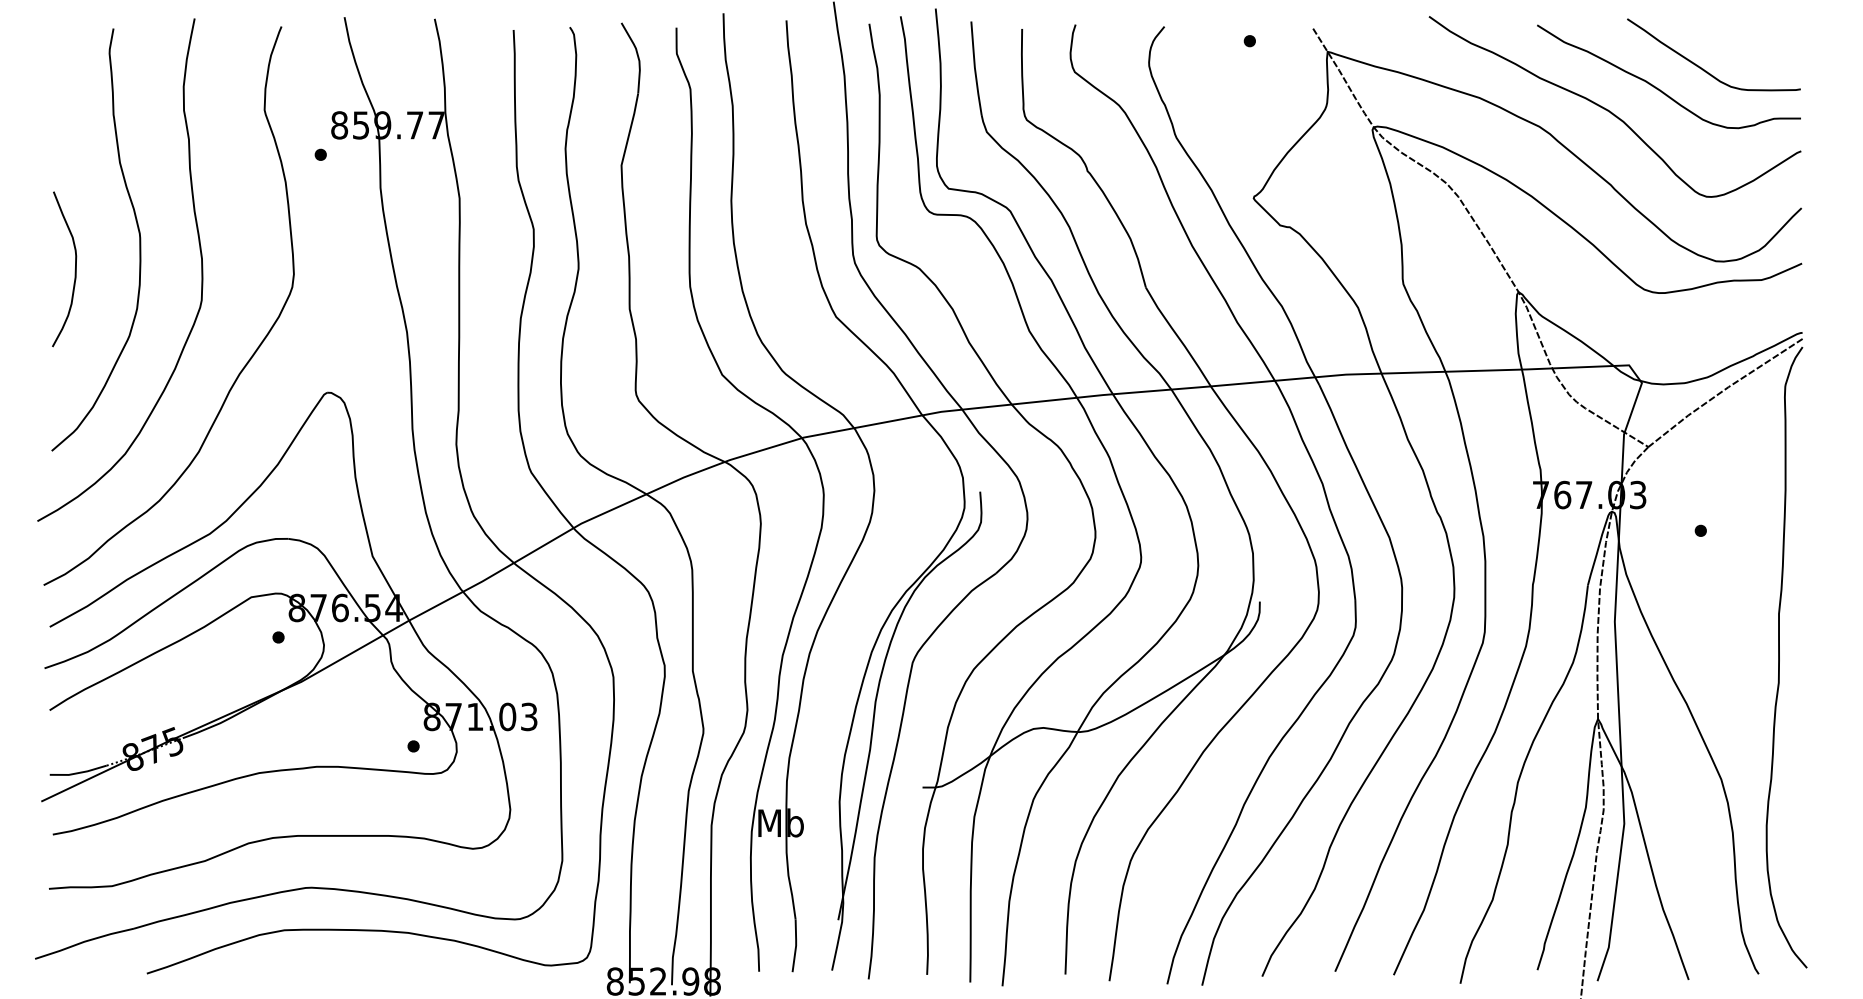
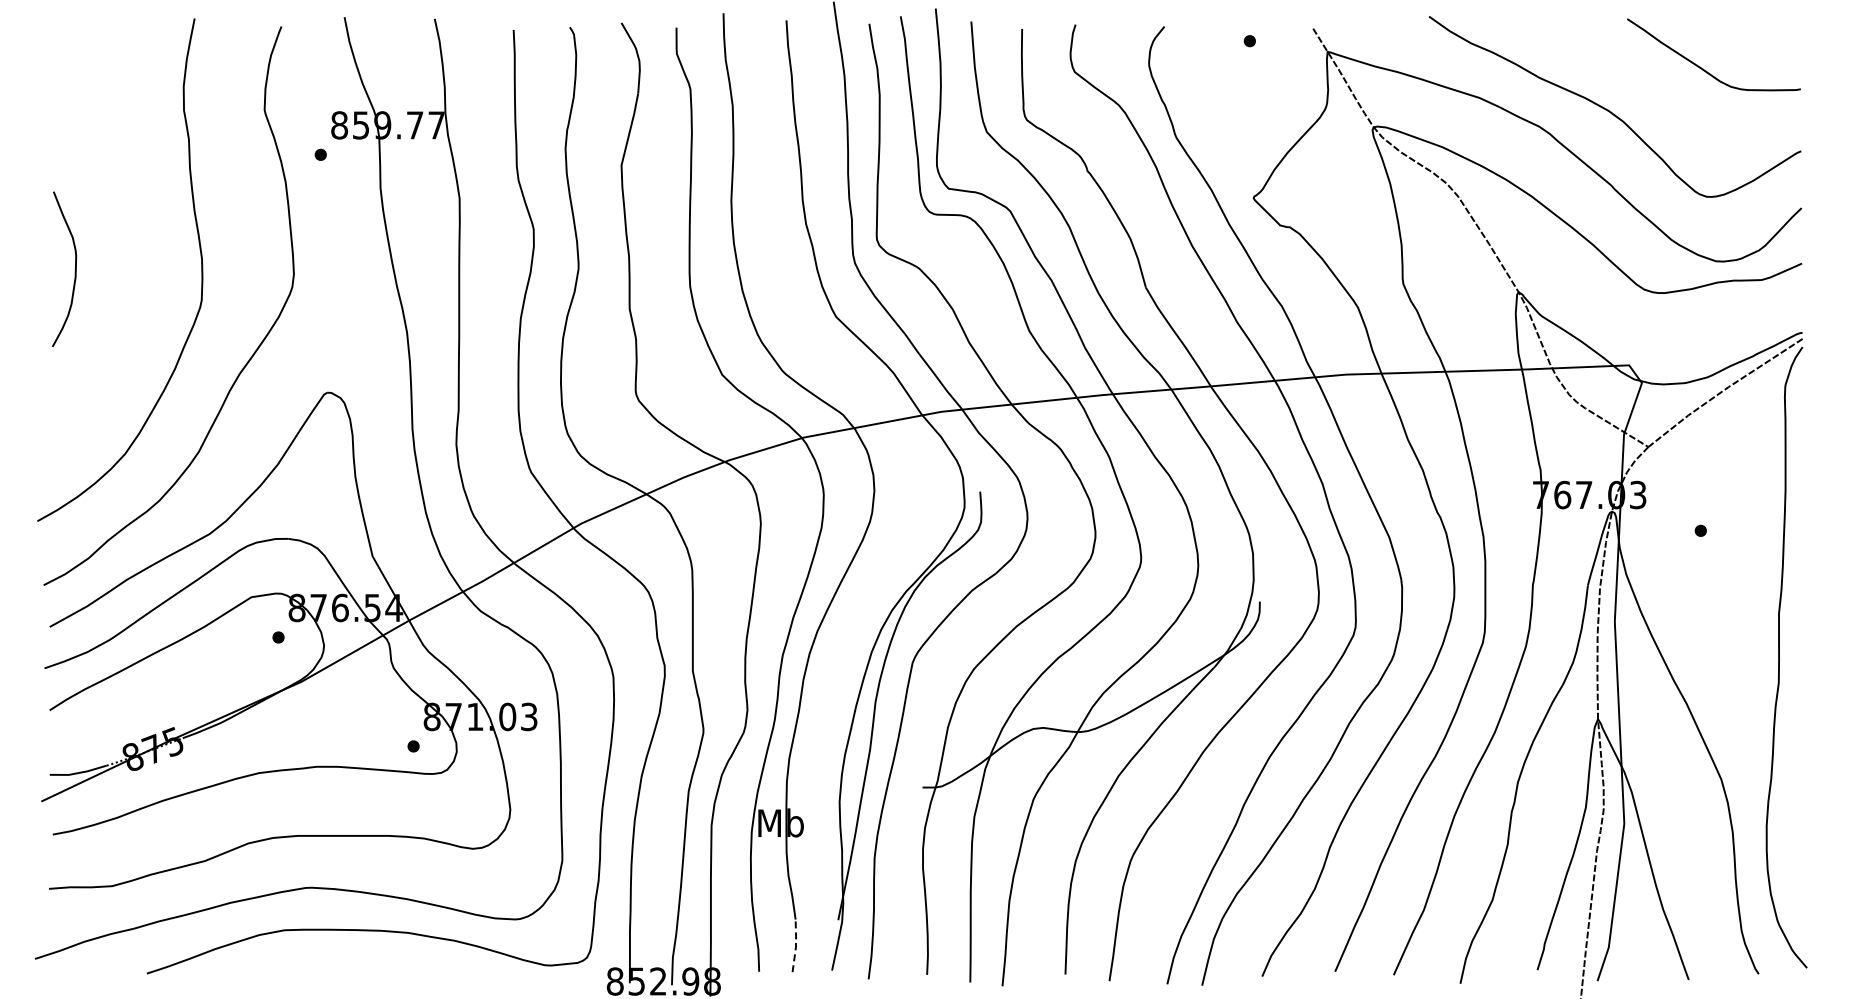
curve at (1660, 89): present -> none
curve at (137, 229): present -> none
line at (796, 944): solid -> dashed
